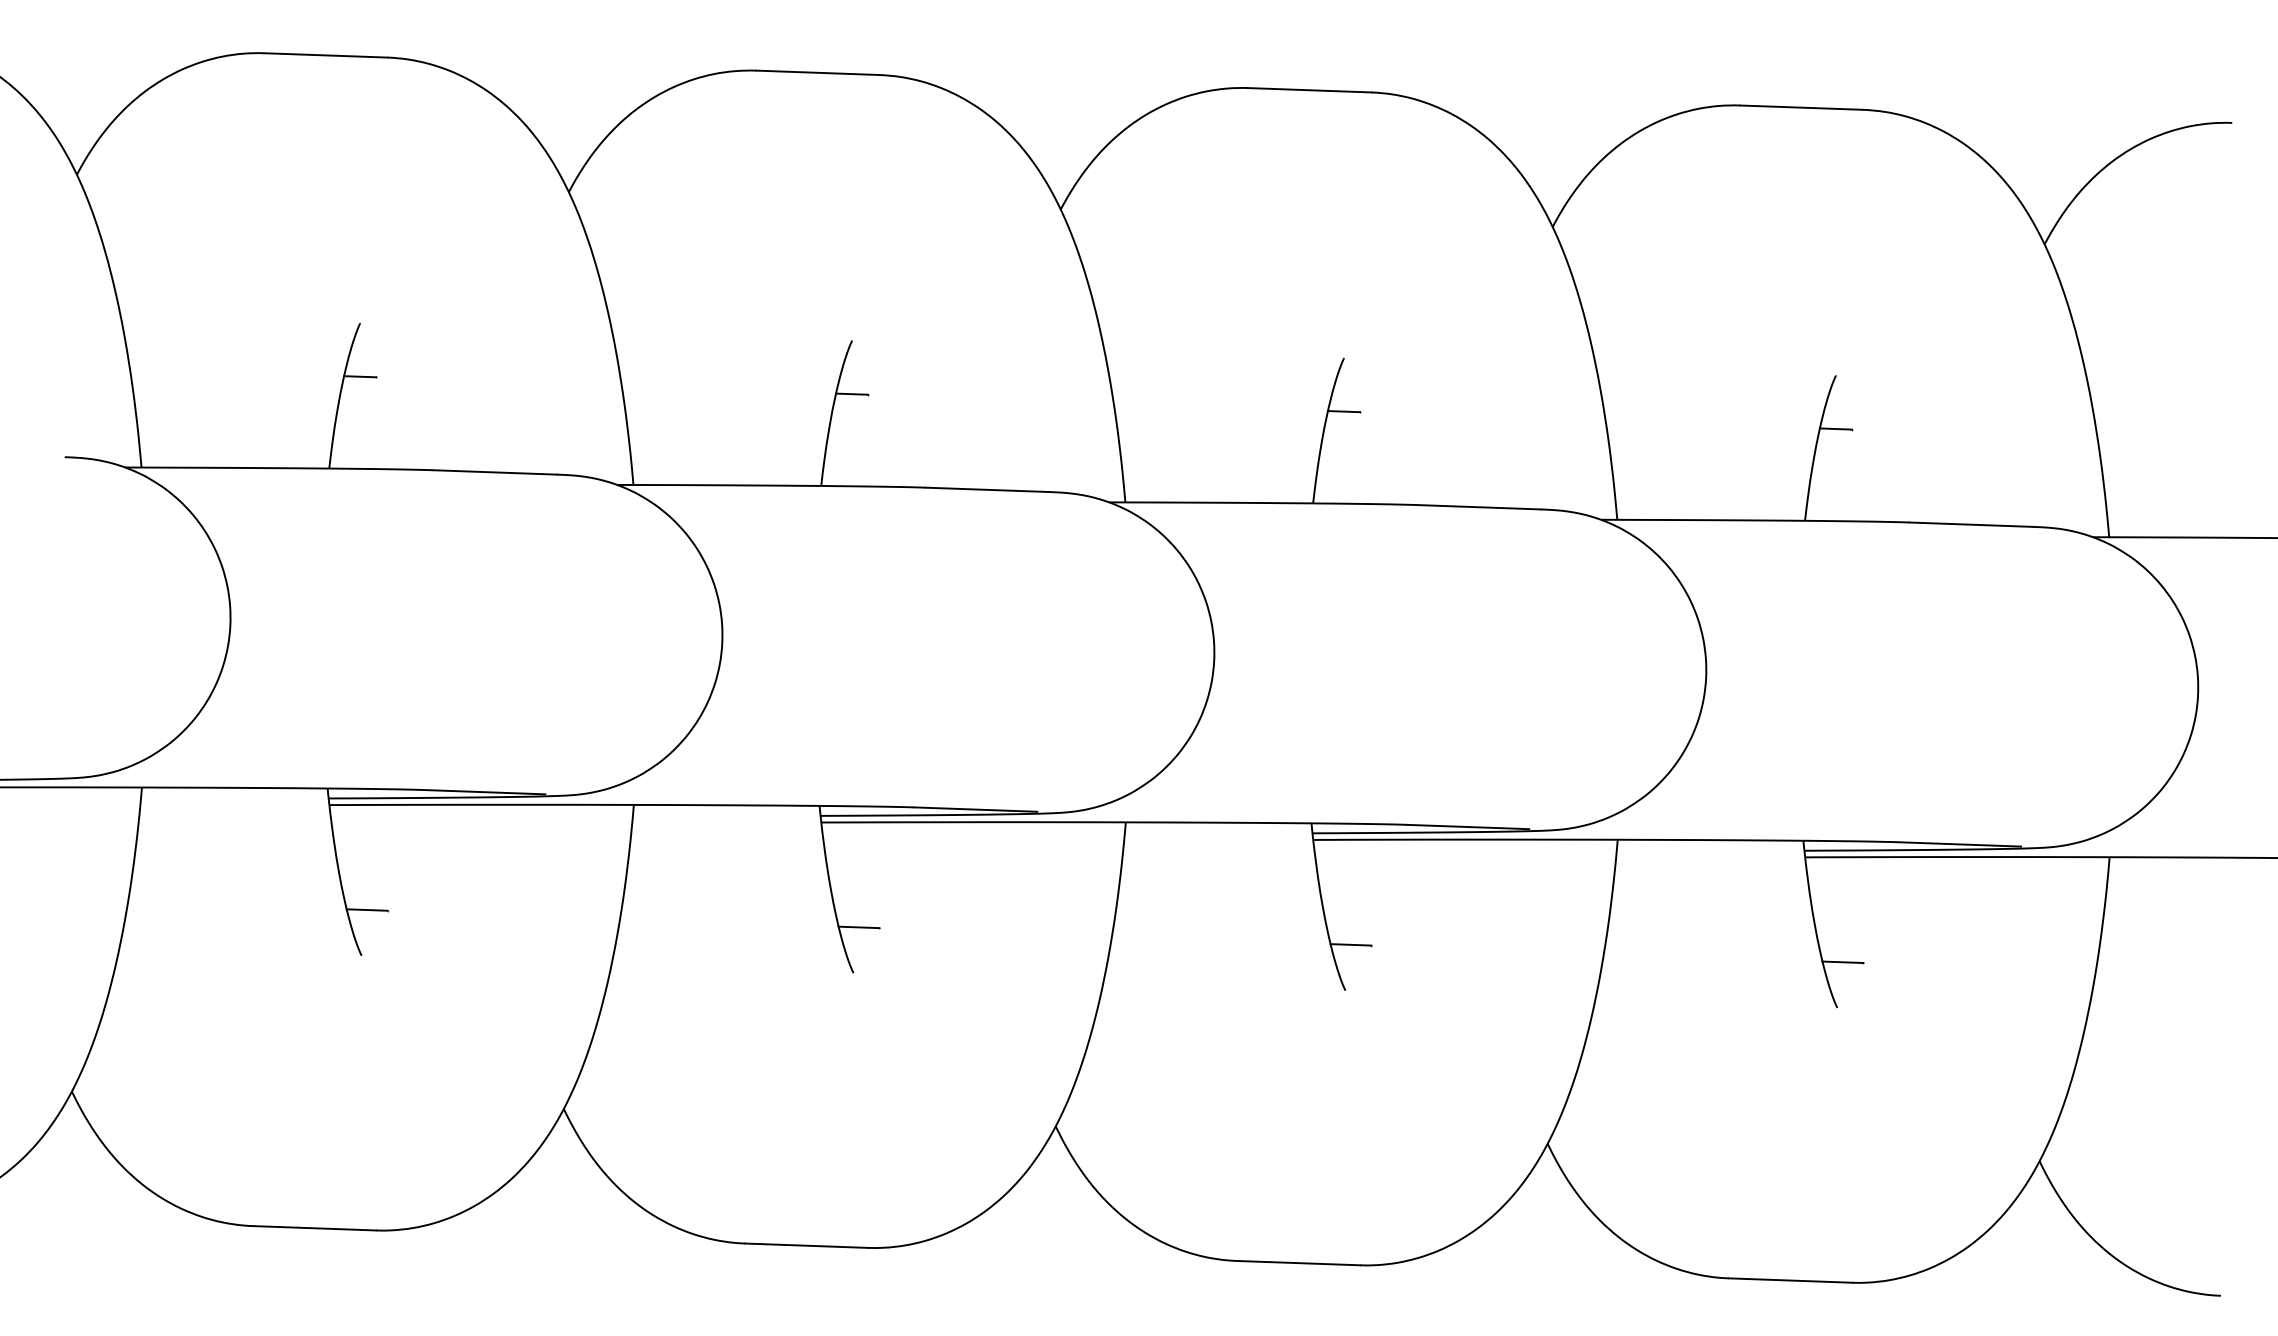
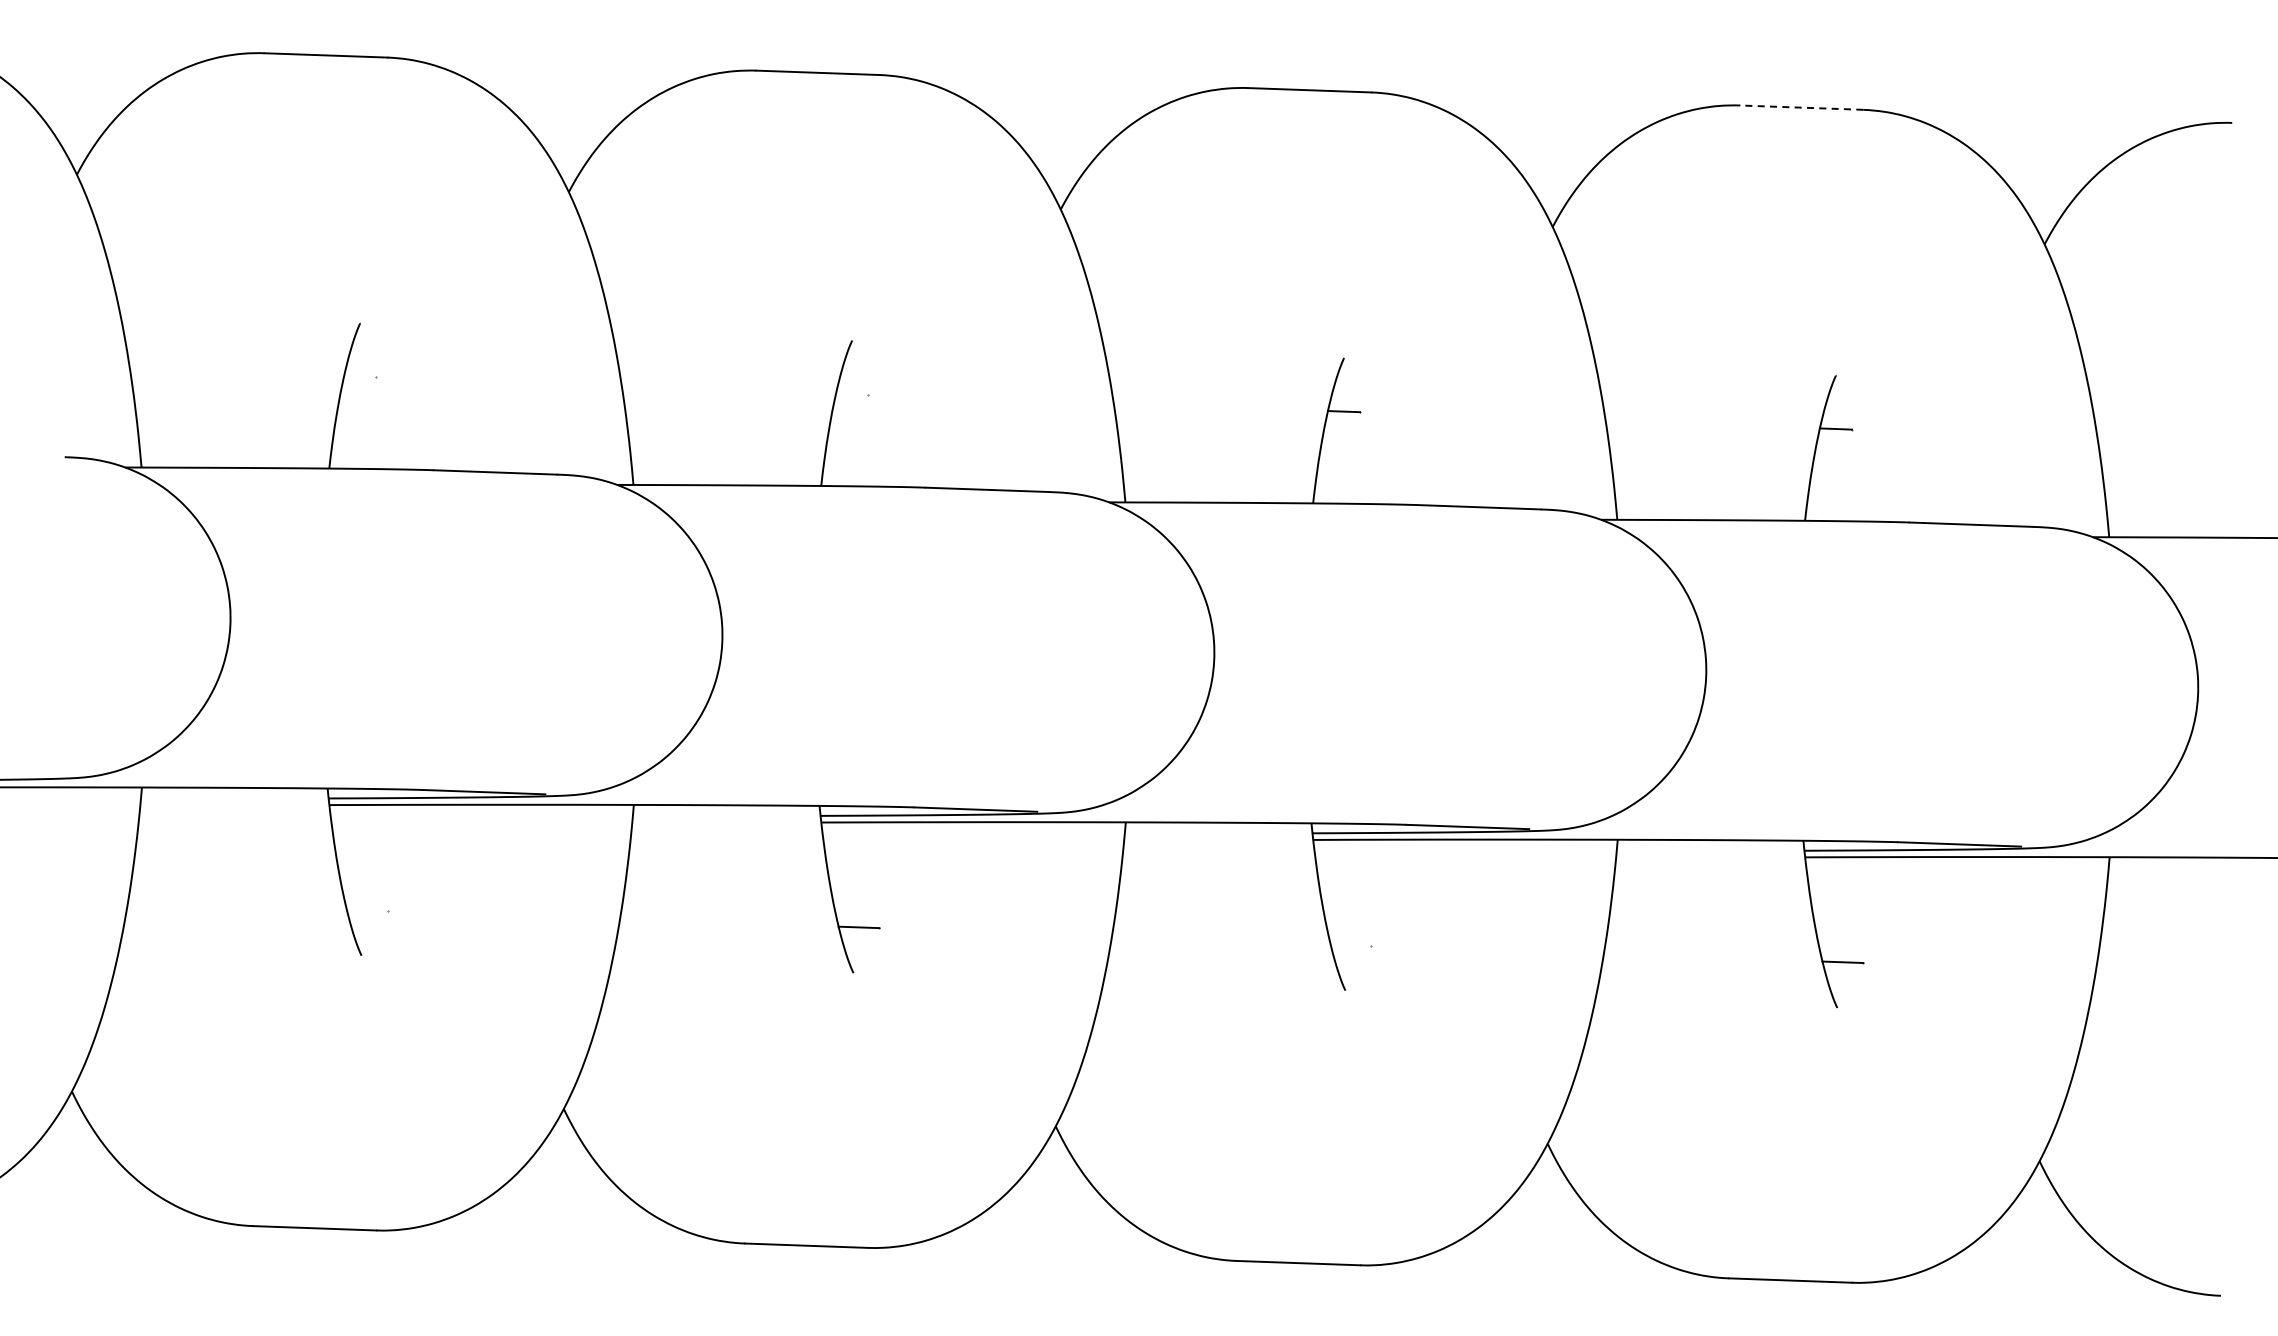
line at (1801, 107): solid -> dashed
line at (360, 376): present -> none
line at (852, 393): present -> none
line at (366, 909): present -> none
line at (1350, 944): present -> none
